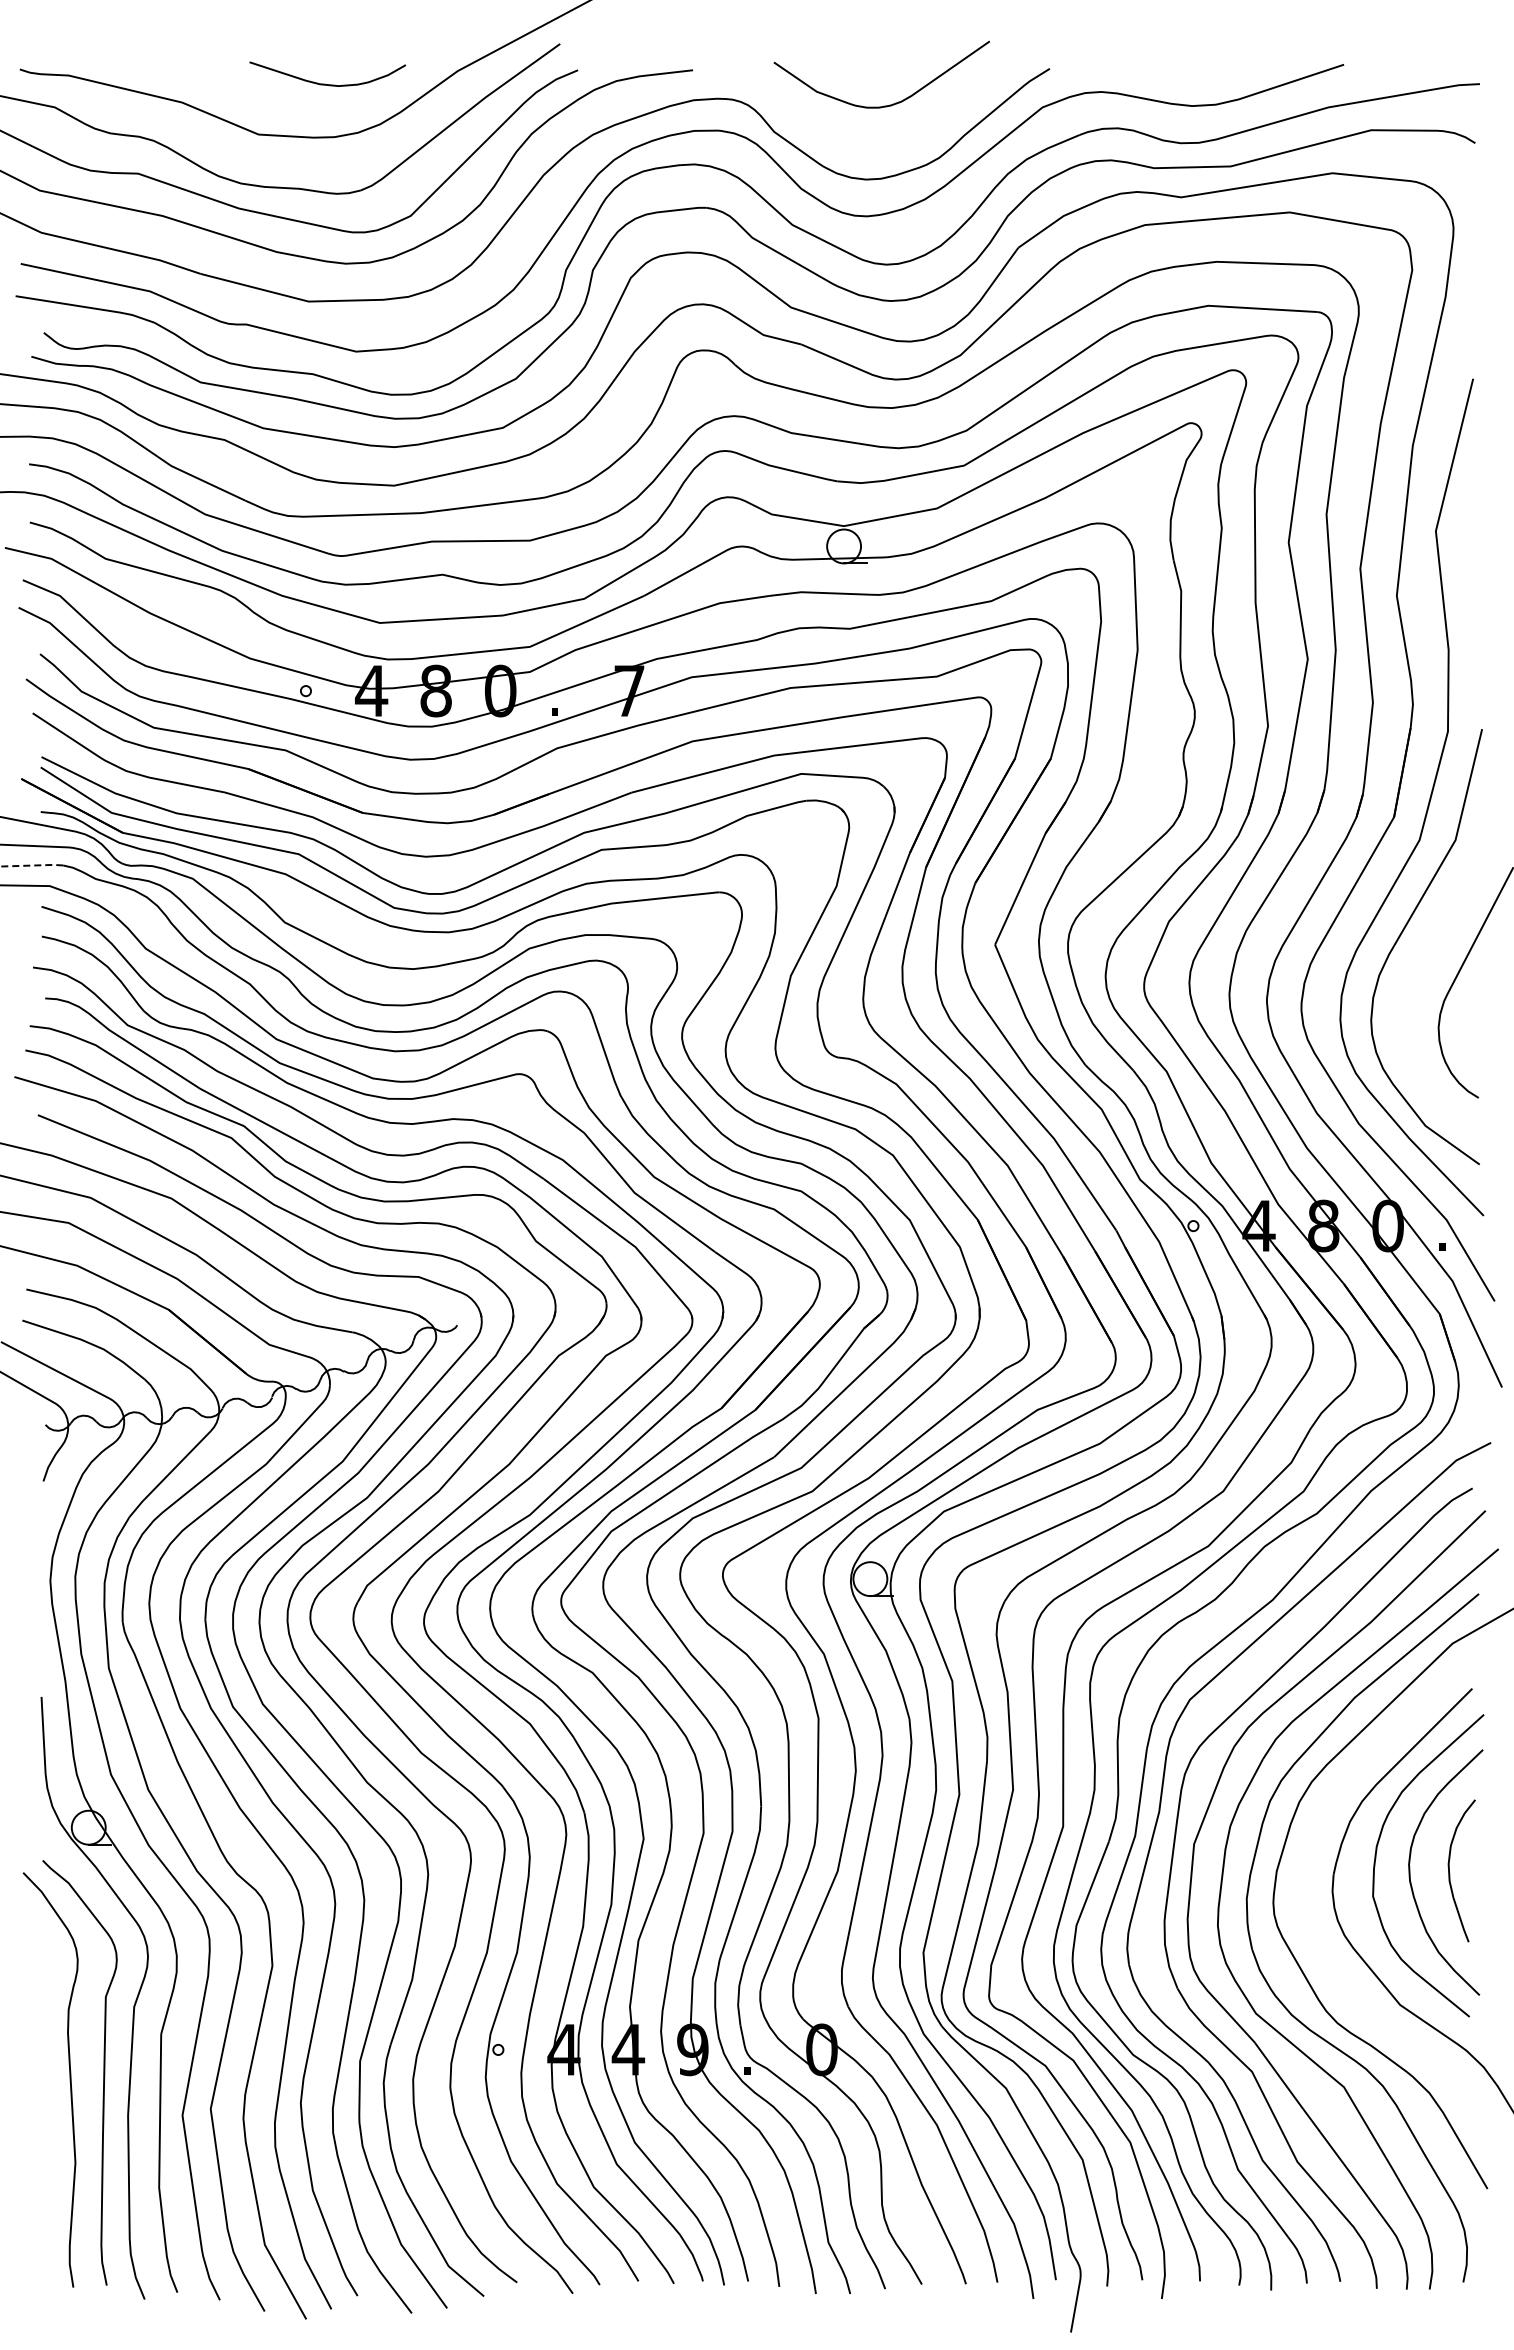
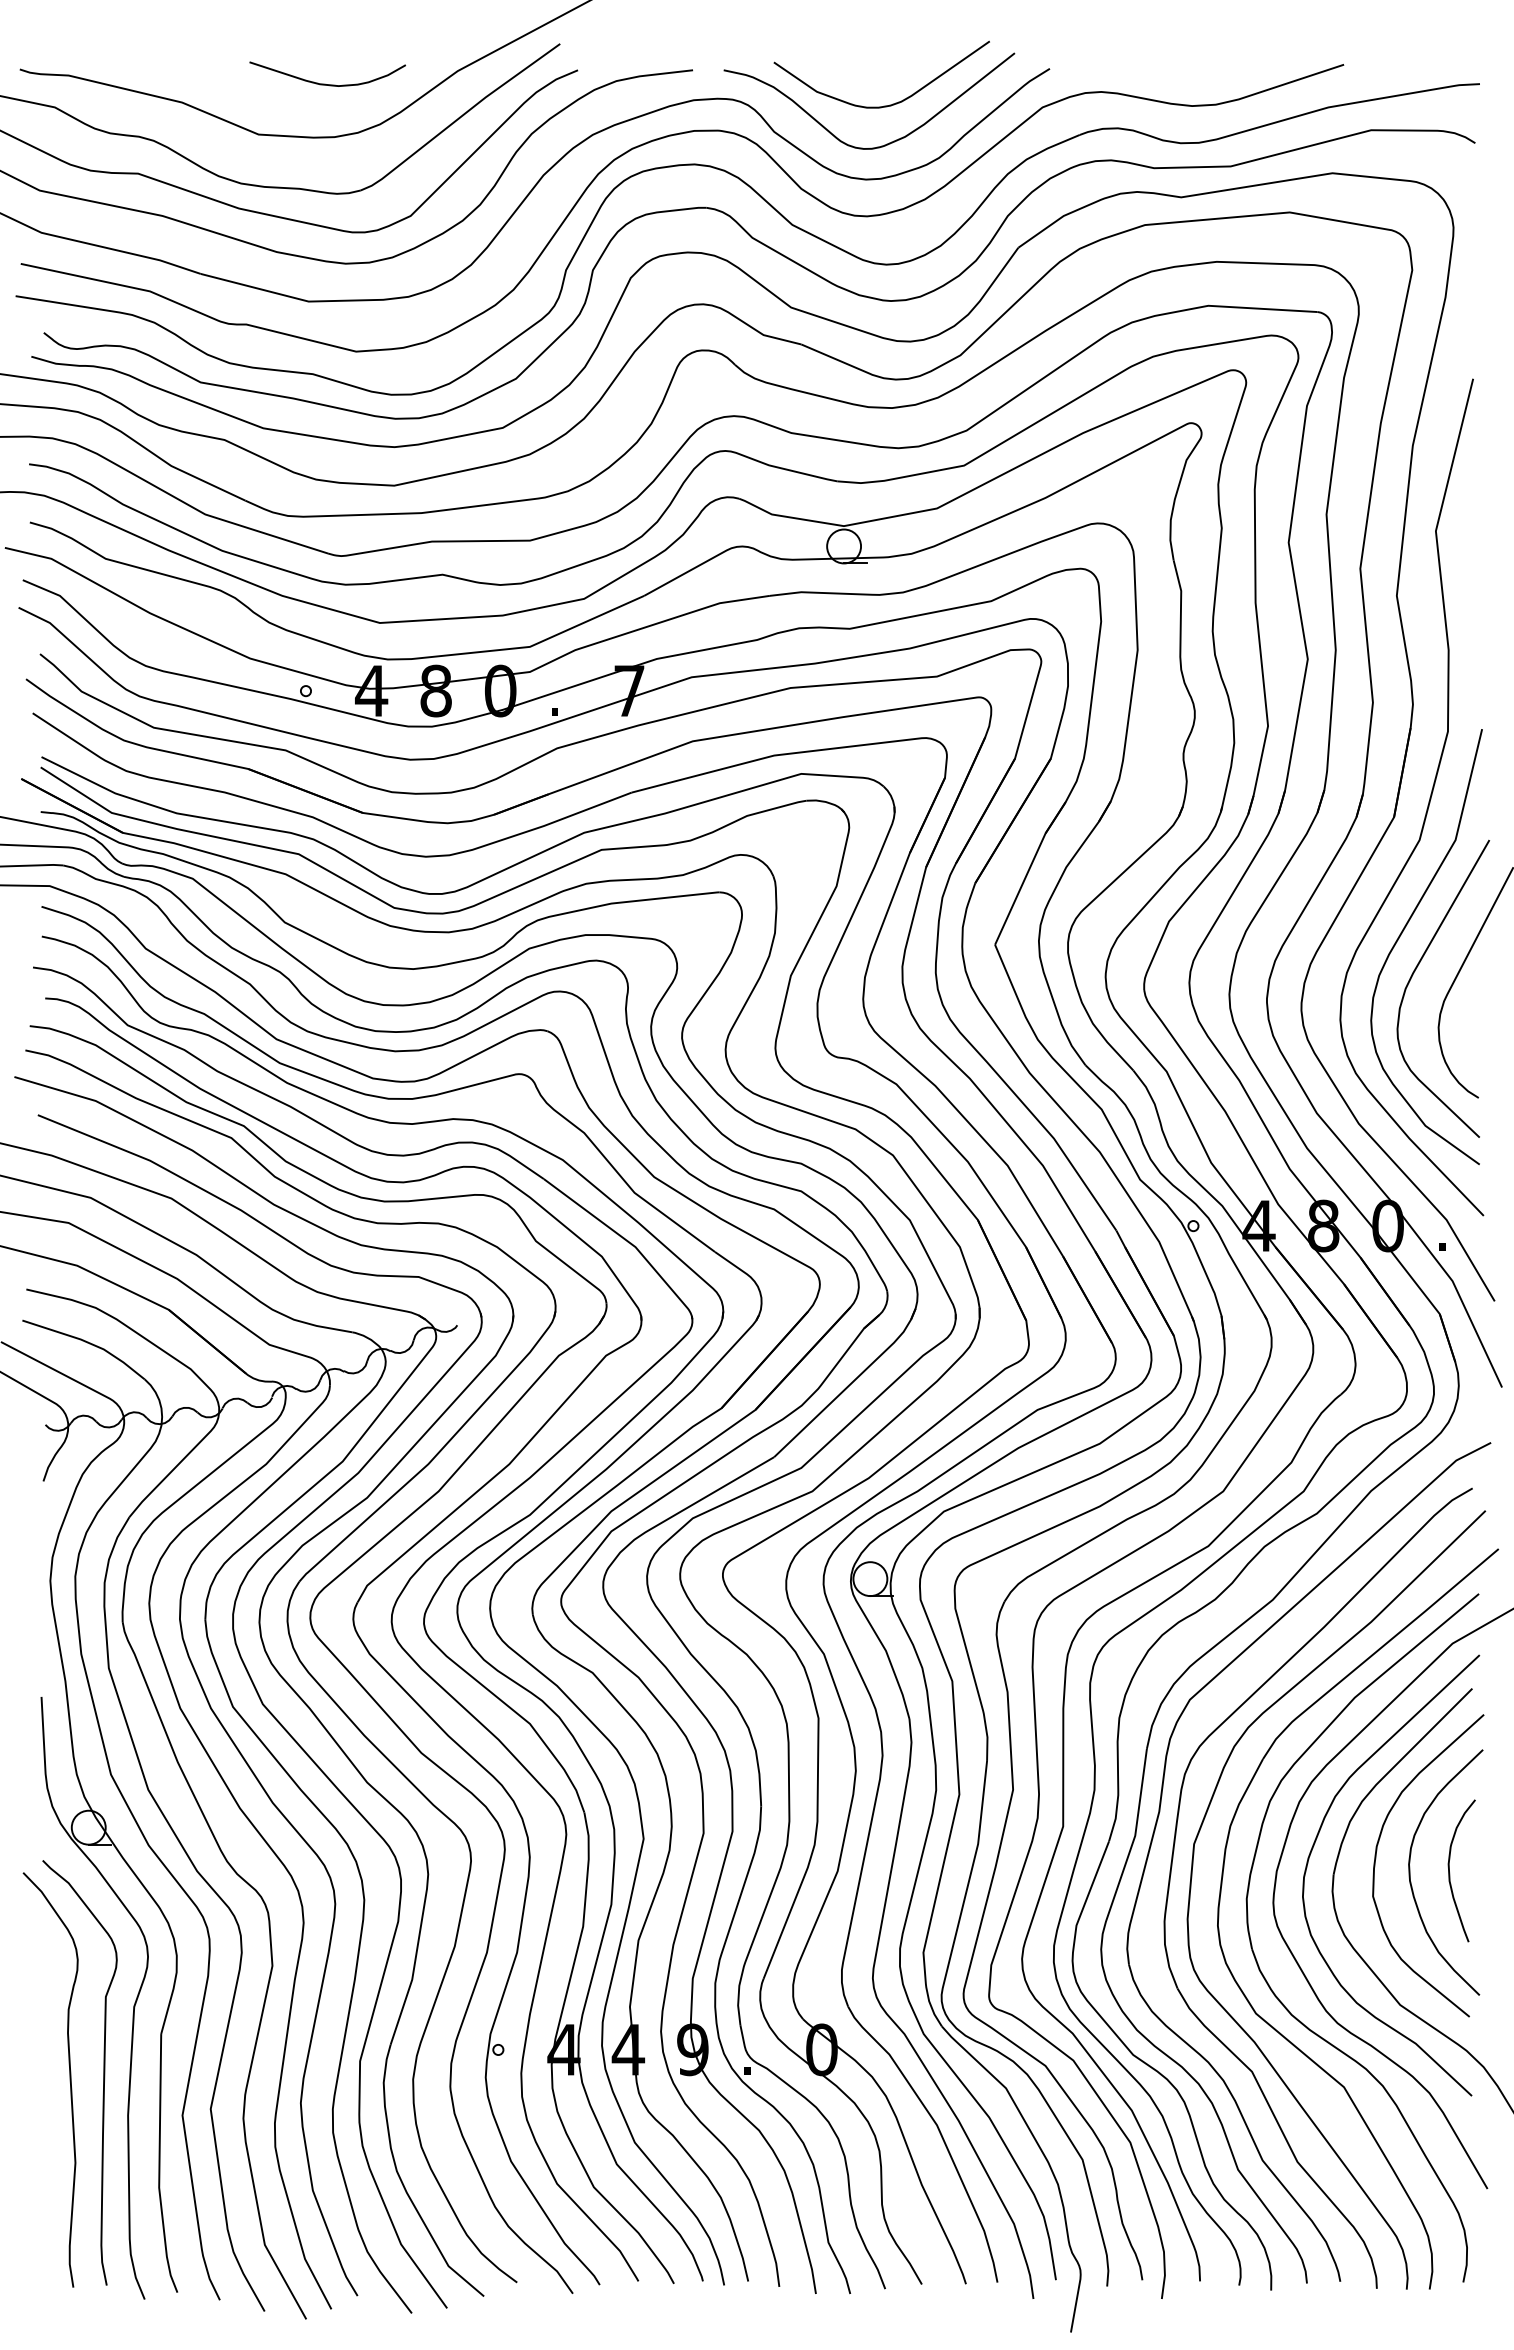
curve at (886, 143): none -> present
line at (32, 865): dashed -> solid
curve at (1414, 973): none -> present
curve at (1315, 1843): none -> present
